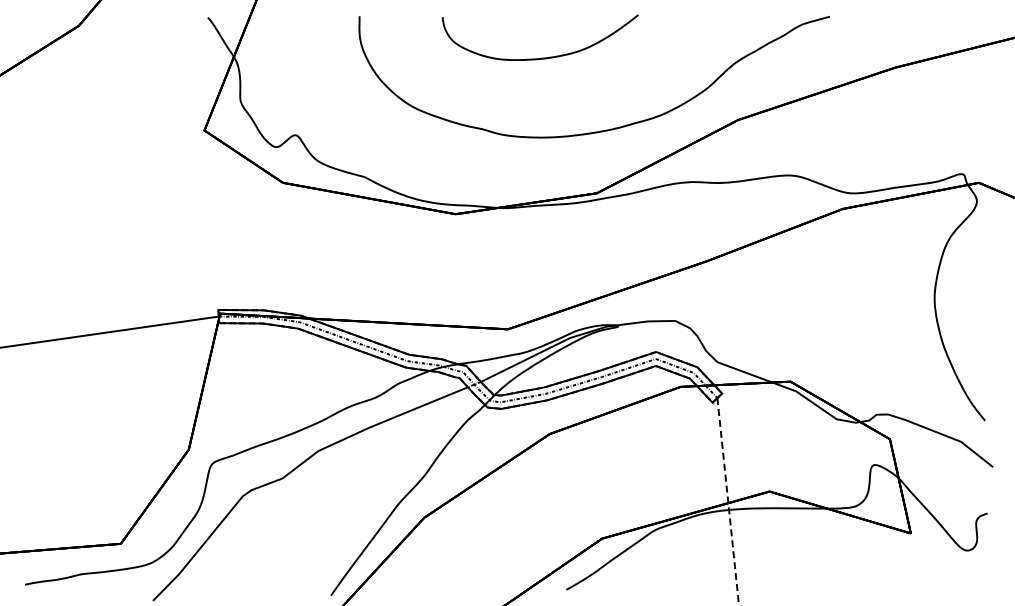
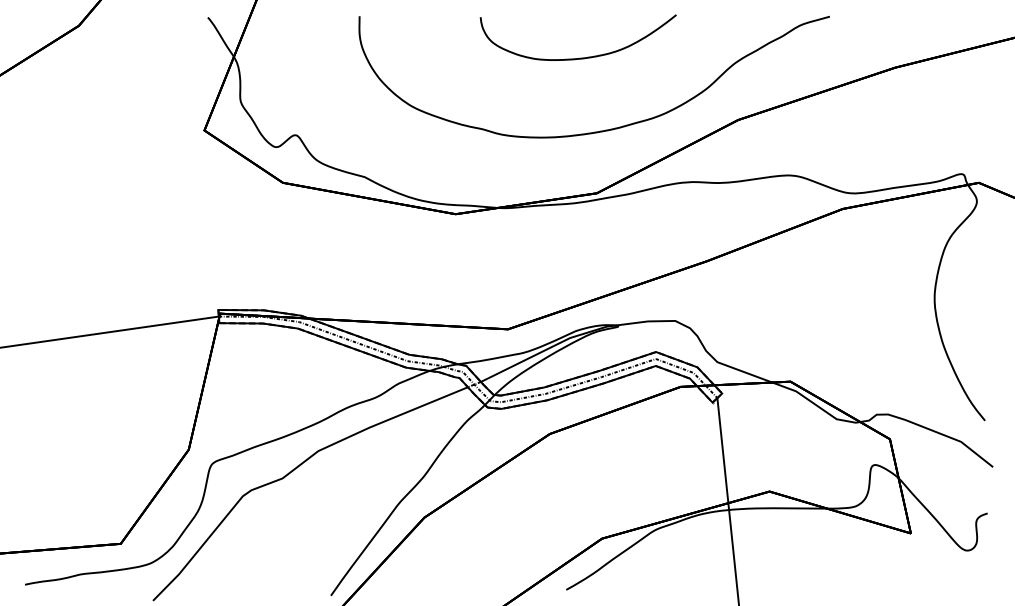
curve at (541, 57) position: (541, 57) -> (579, 57)
line at (728, 502): dashed -> solid
